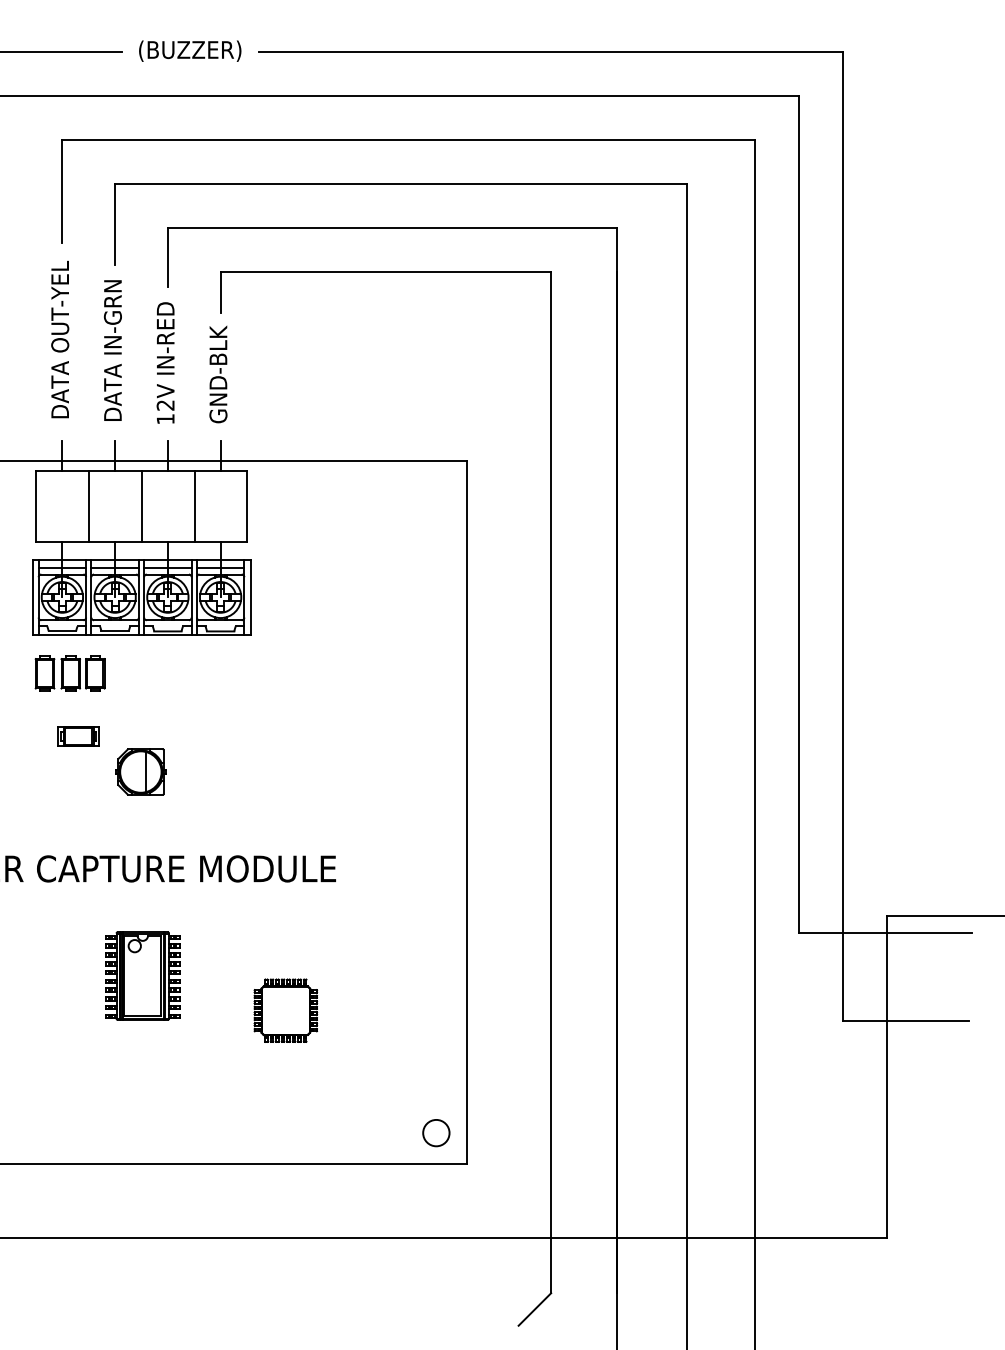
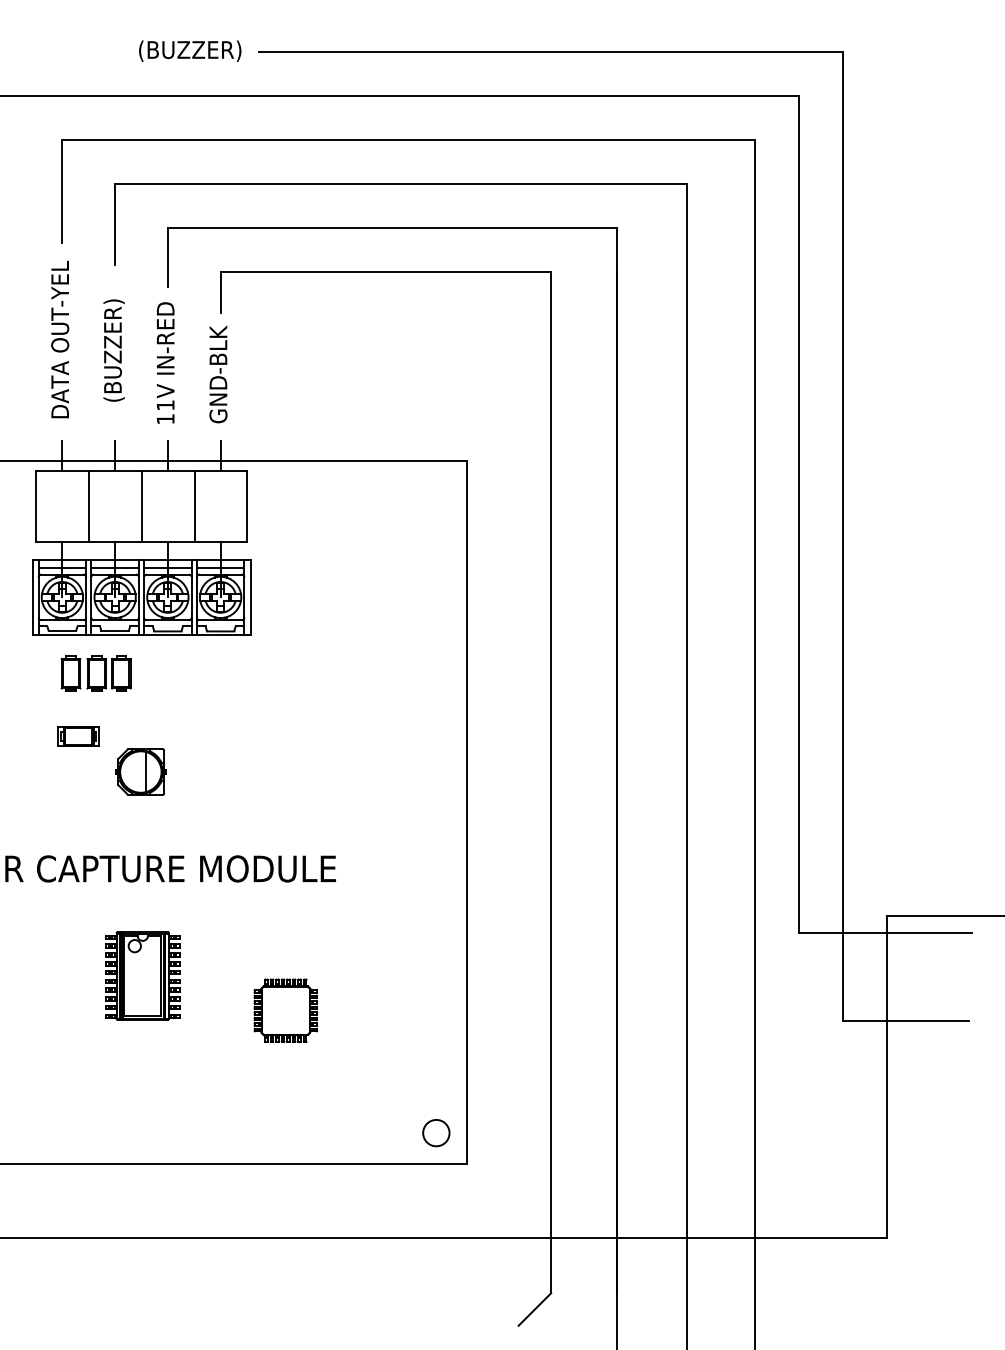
line at (62, 52): present -> none
text at (113, 350): DATA IN-GRN -> (BUZZER)
text at (165, 405): 12V -> 11V
part at (69, 673) position: (69, 673) -> (95, 673)
